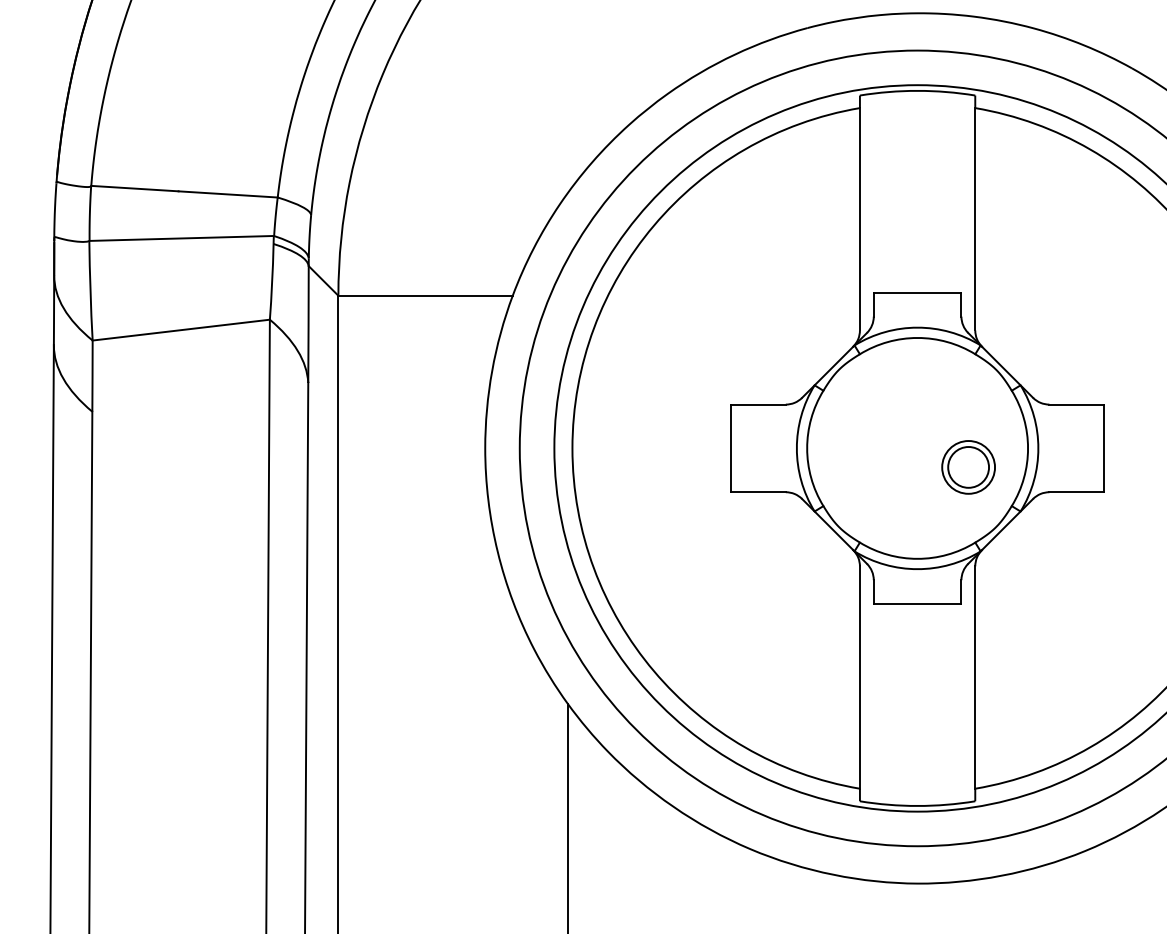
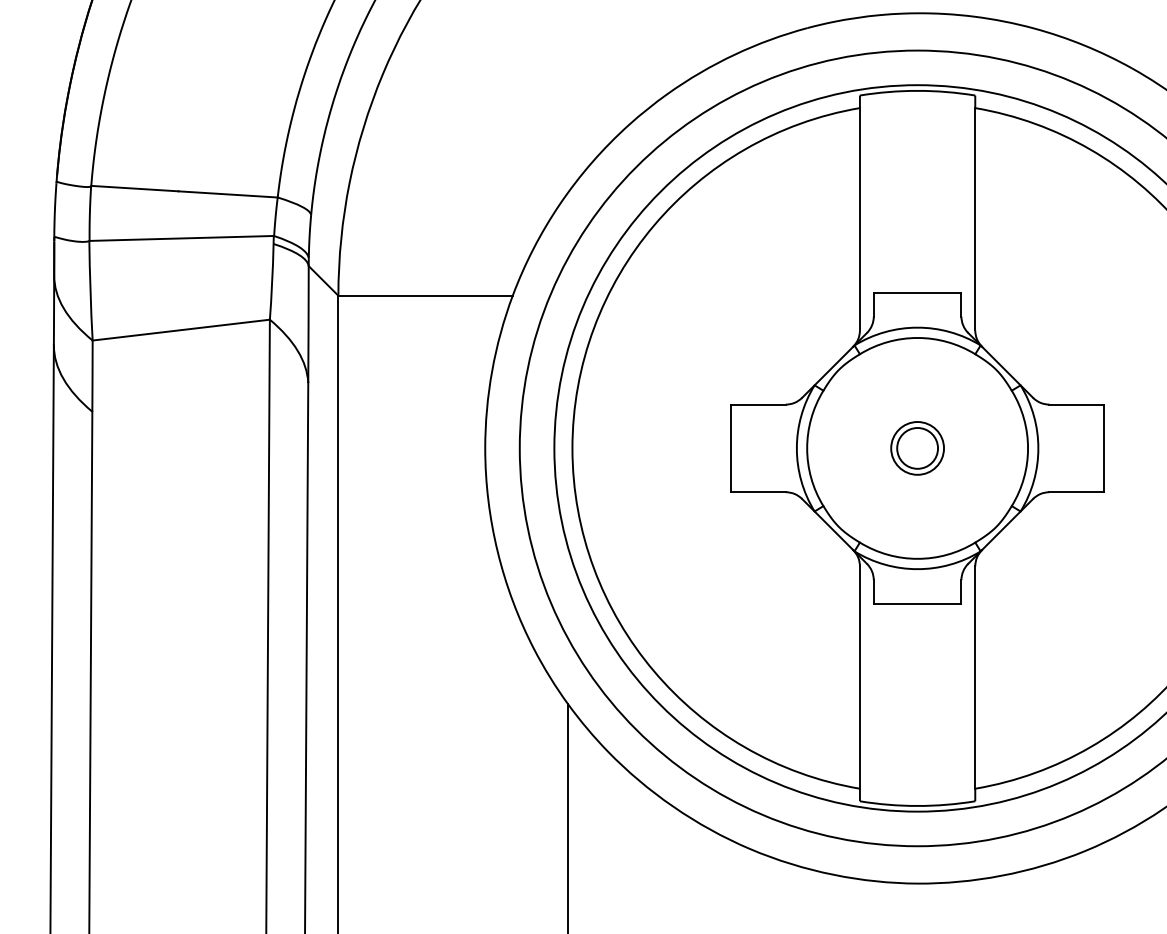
part at (968, 467) position: (968, 467) -> (917, 448)
